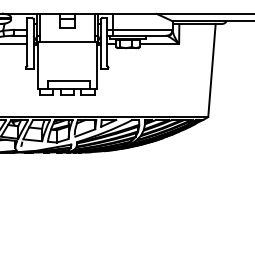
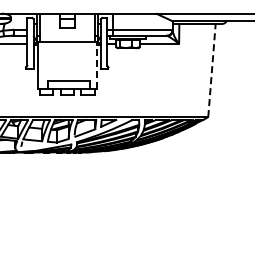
line at (96, 67): solid -> dashed
line at (211, 70): solid -> dashed
